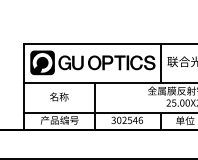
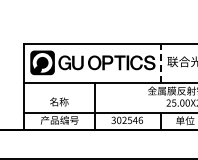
line at (160, 62): solid -> dashed
text at (59, 96) position: (59, 96) -> (59, 101)
